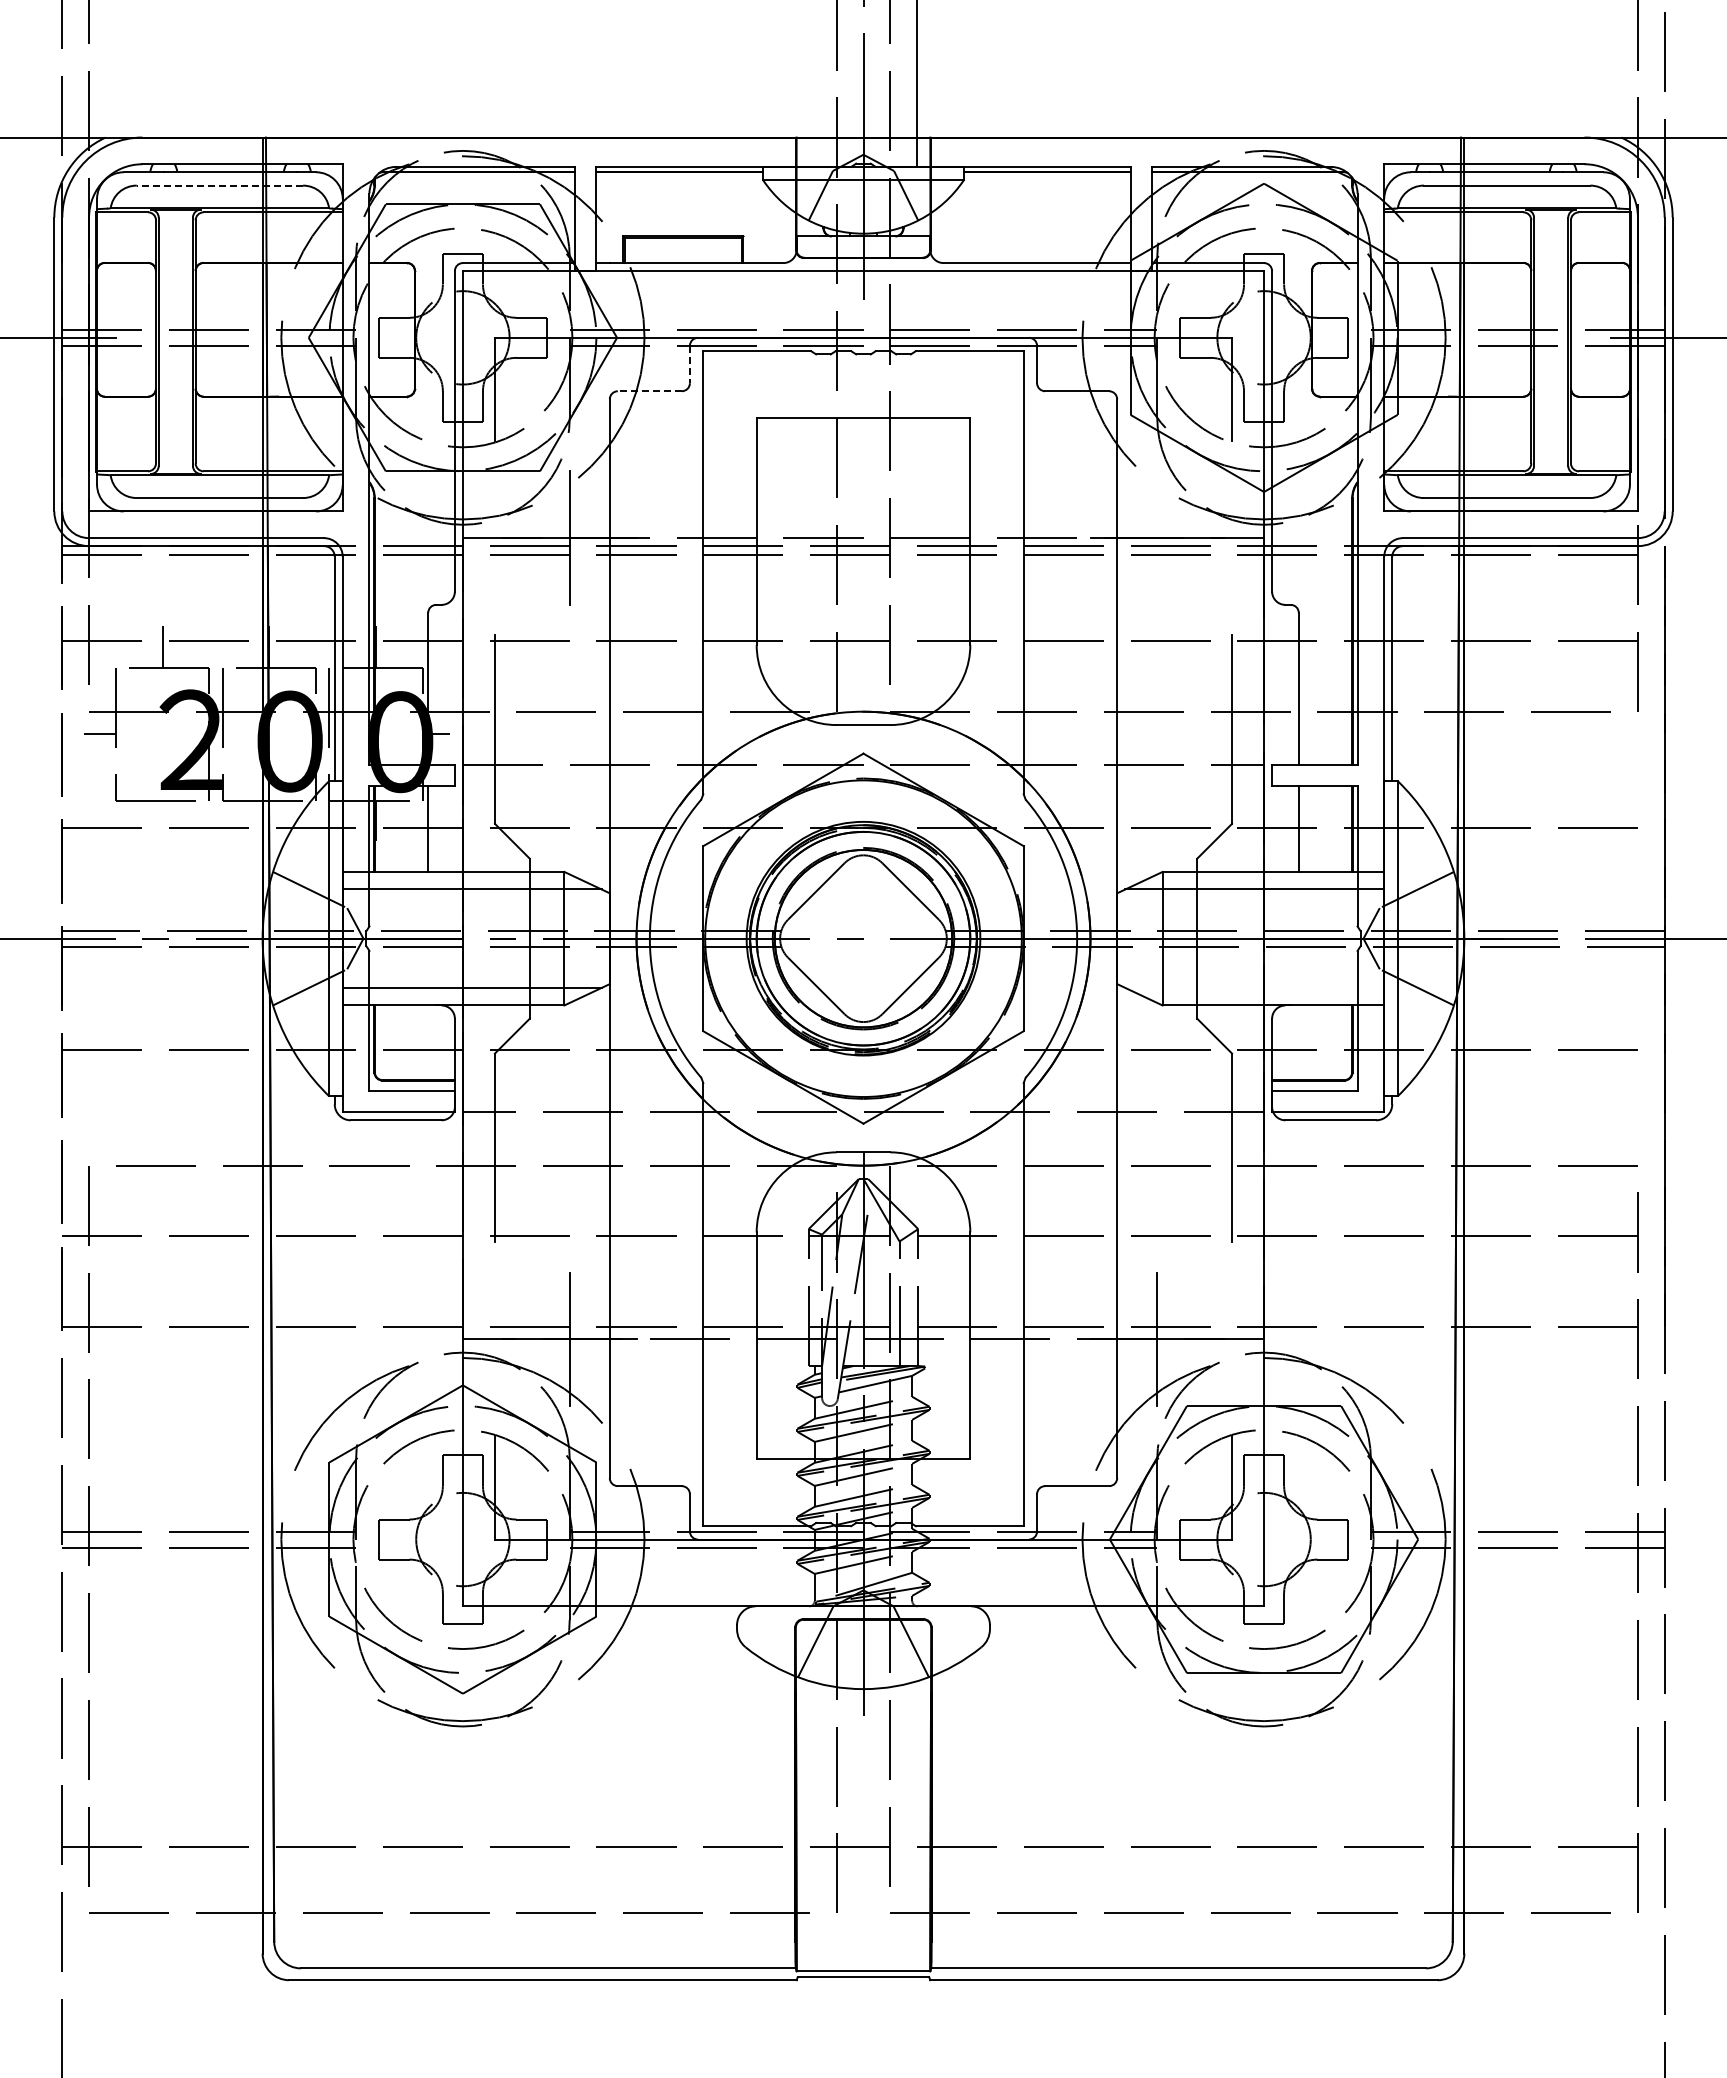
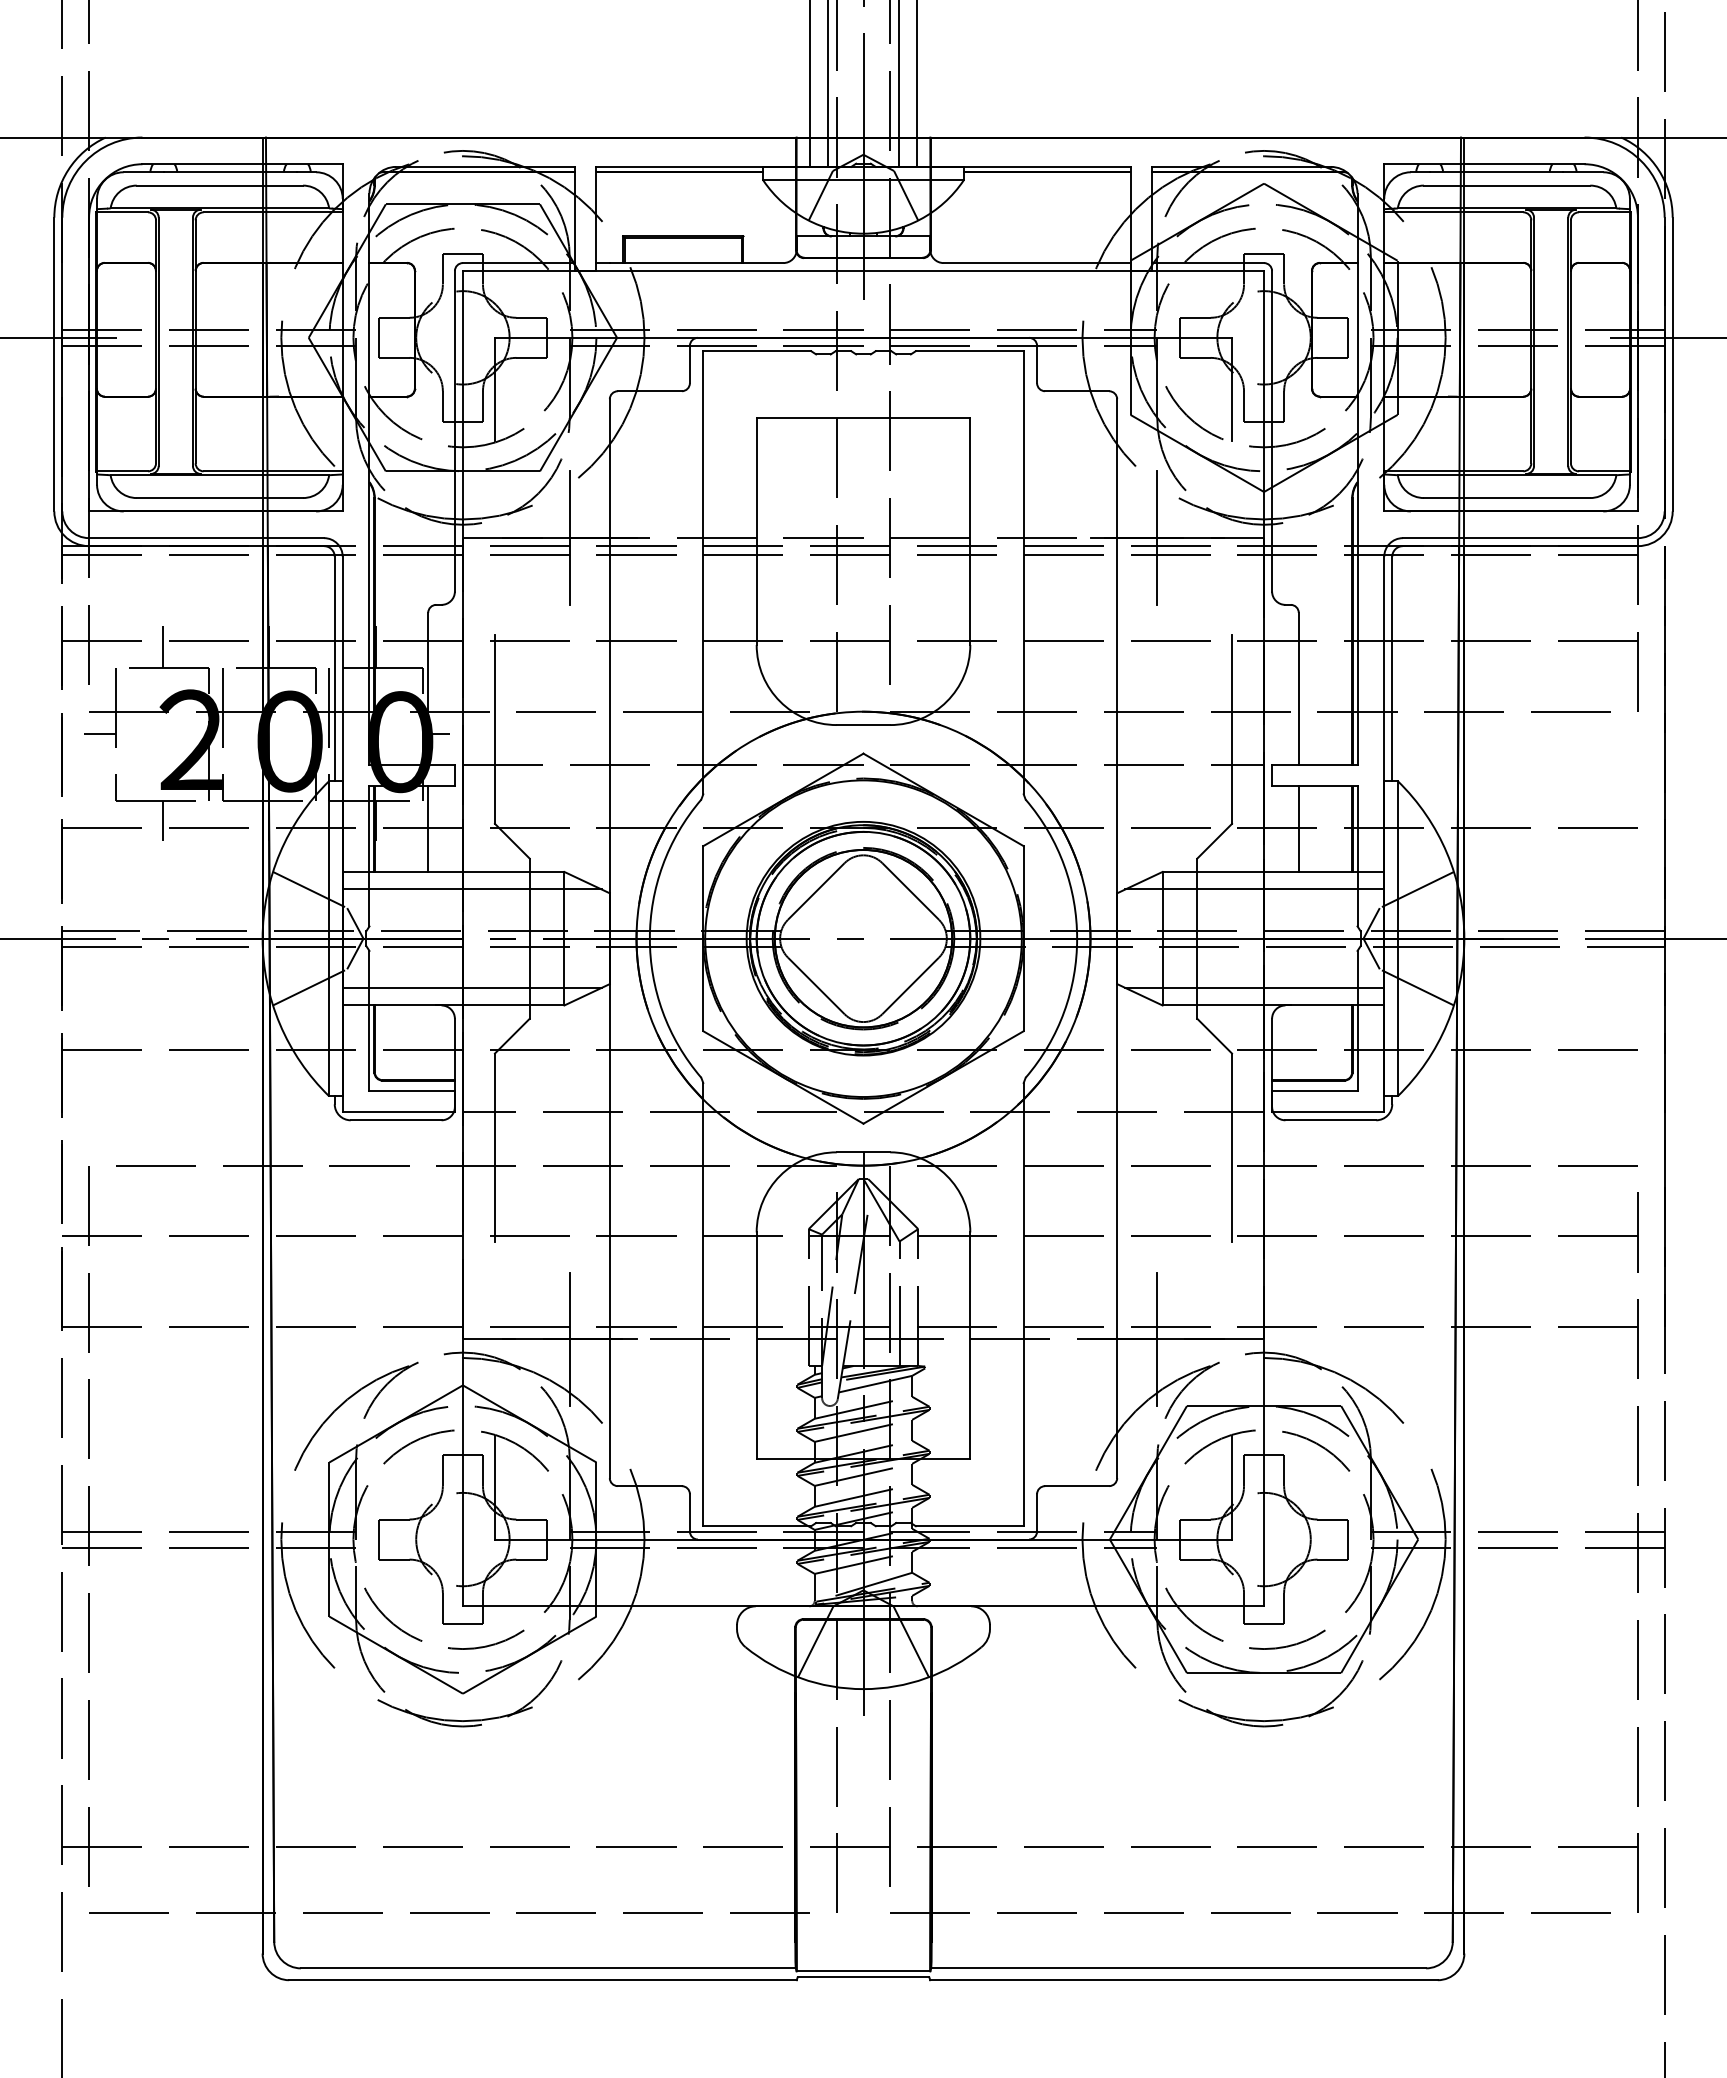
line at (810, 84): none -> present
line at (827, 84): none -> present
line at (899, 84): none -> present
line at (219, 185): dashed -> solid
line at (689, 364): dashed -> solid
line at (649, 391): dashed -> solid
line at (1157, 537): none -> present
line at (162, 820): none -> present
line at (1254, 987): none -> present
